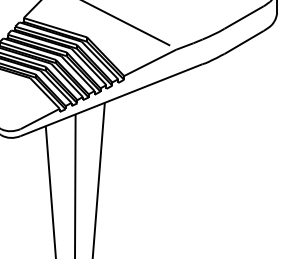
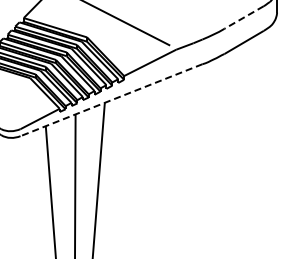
line at (244, 17): solid -> dashed
line at (111, 100): solid -> dashed
